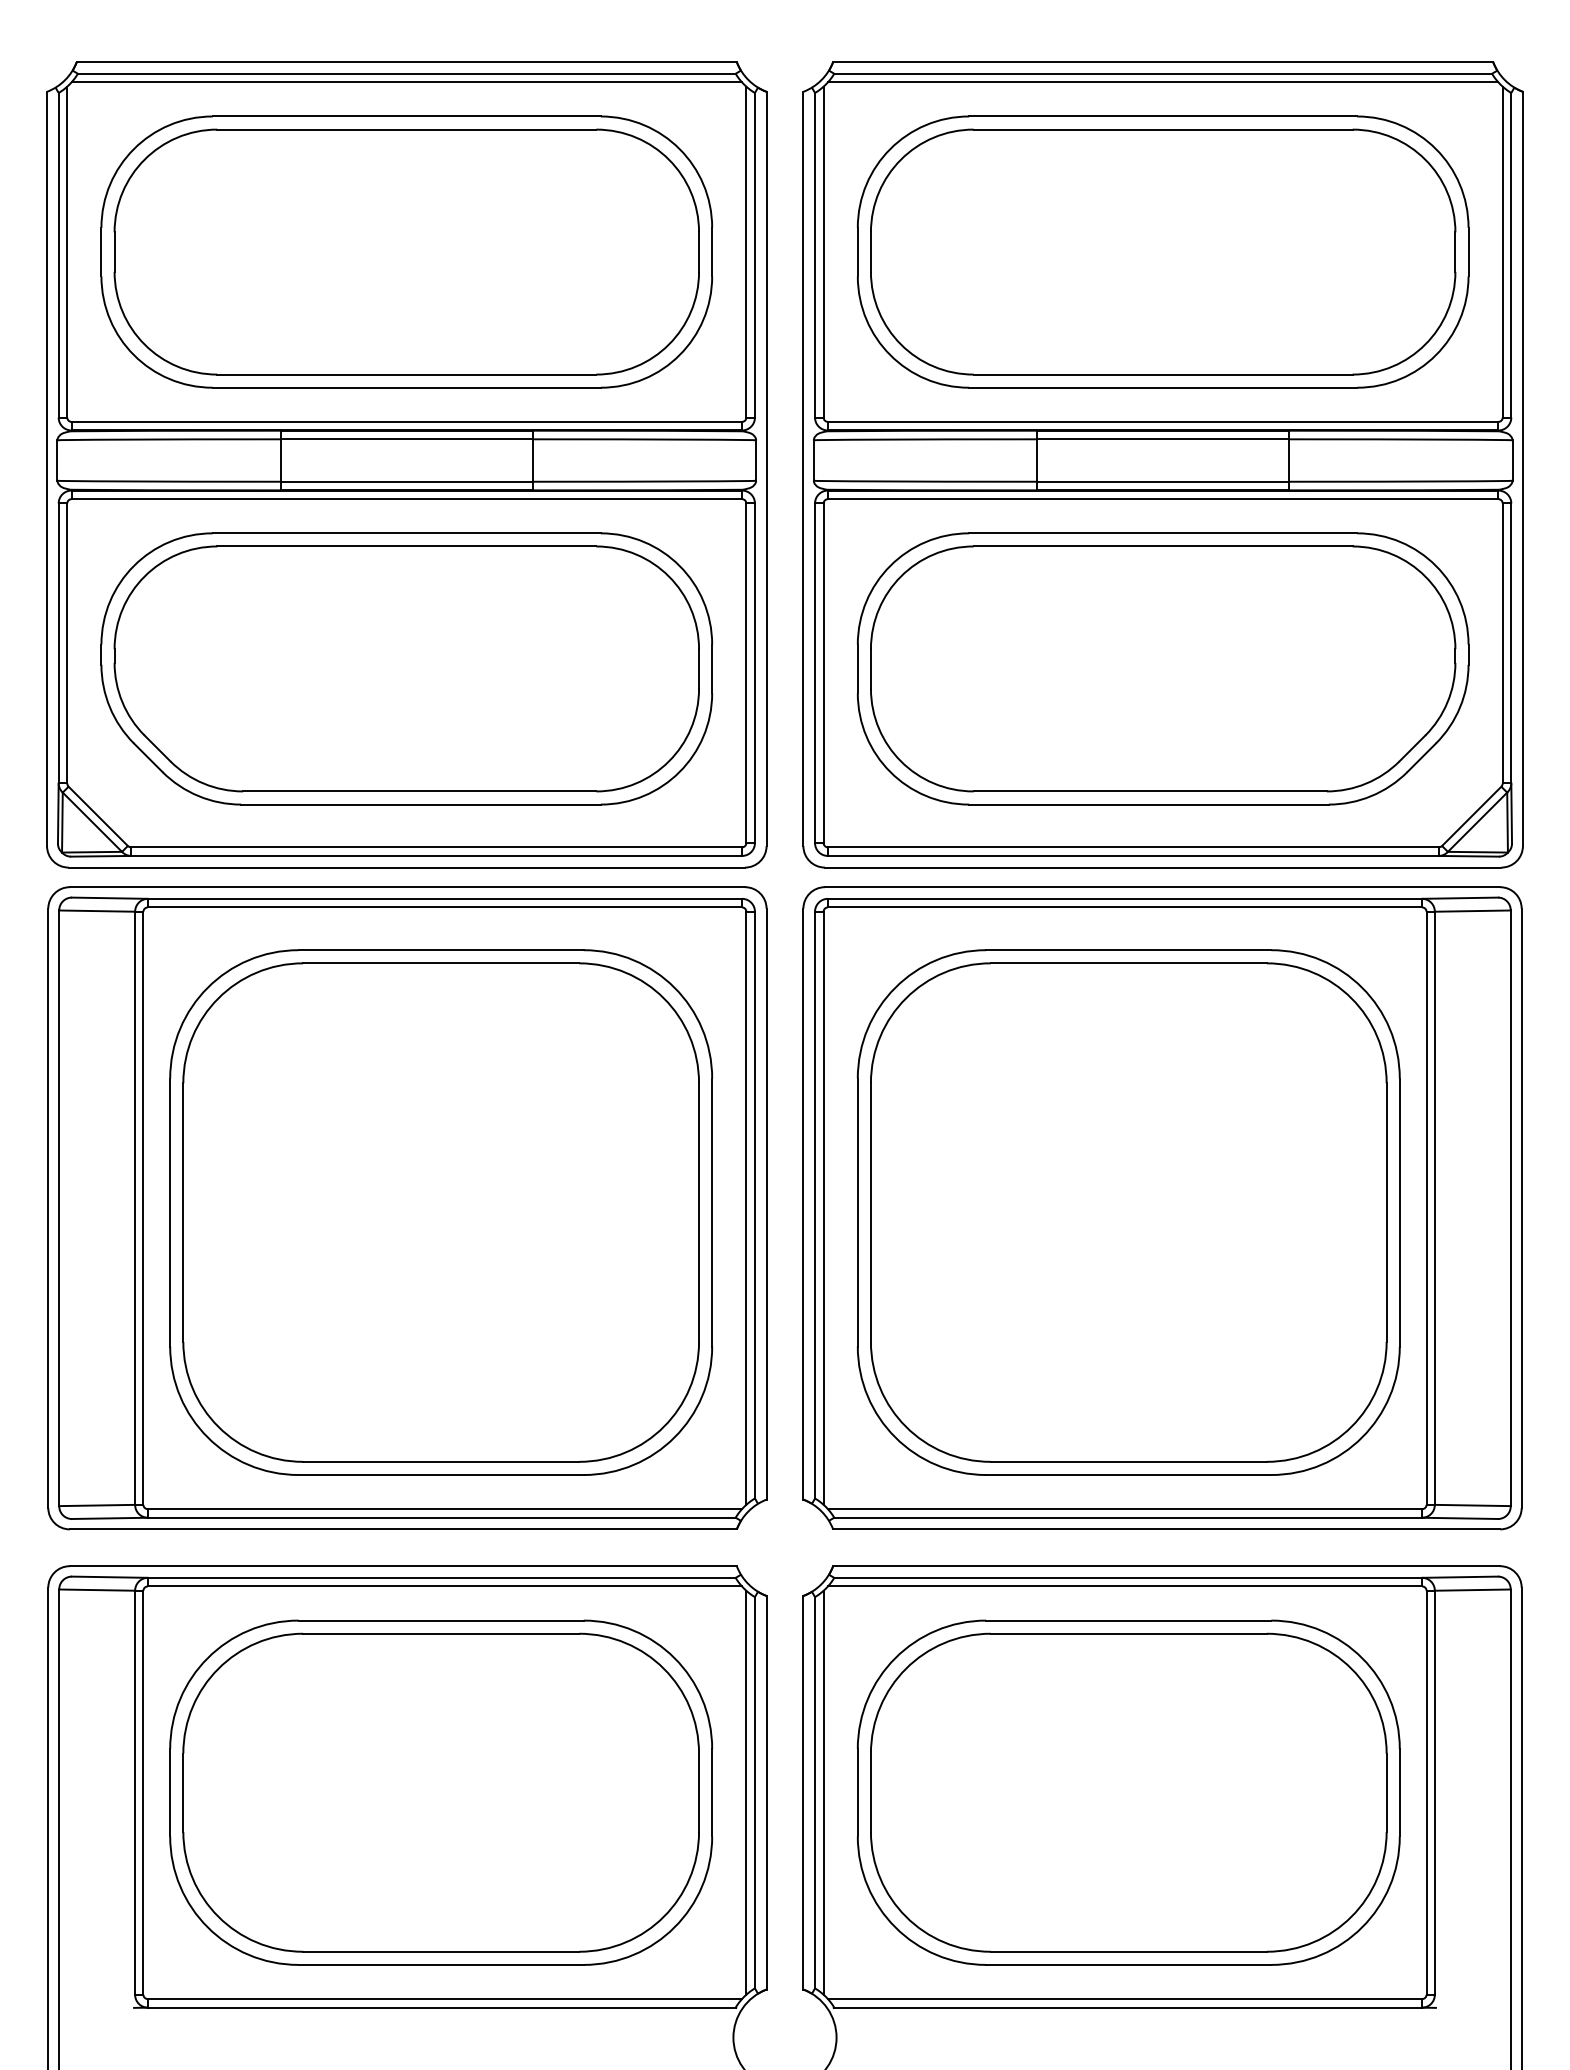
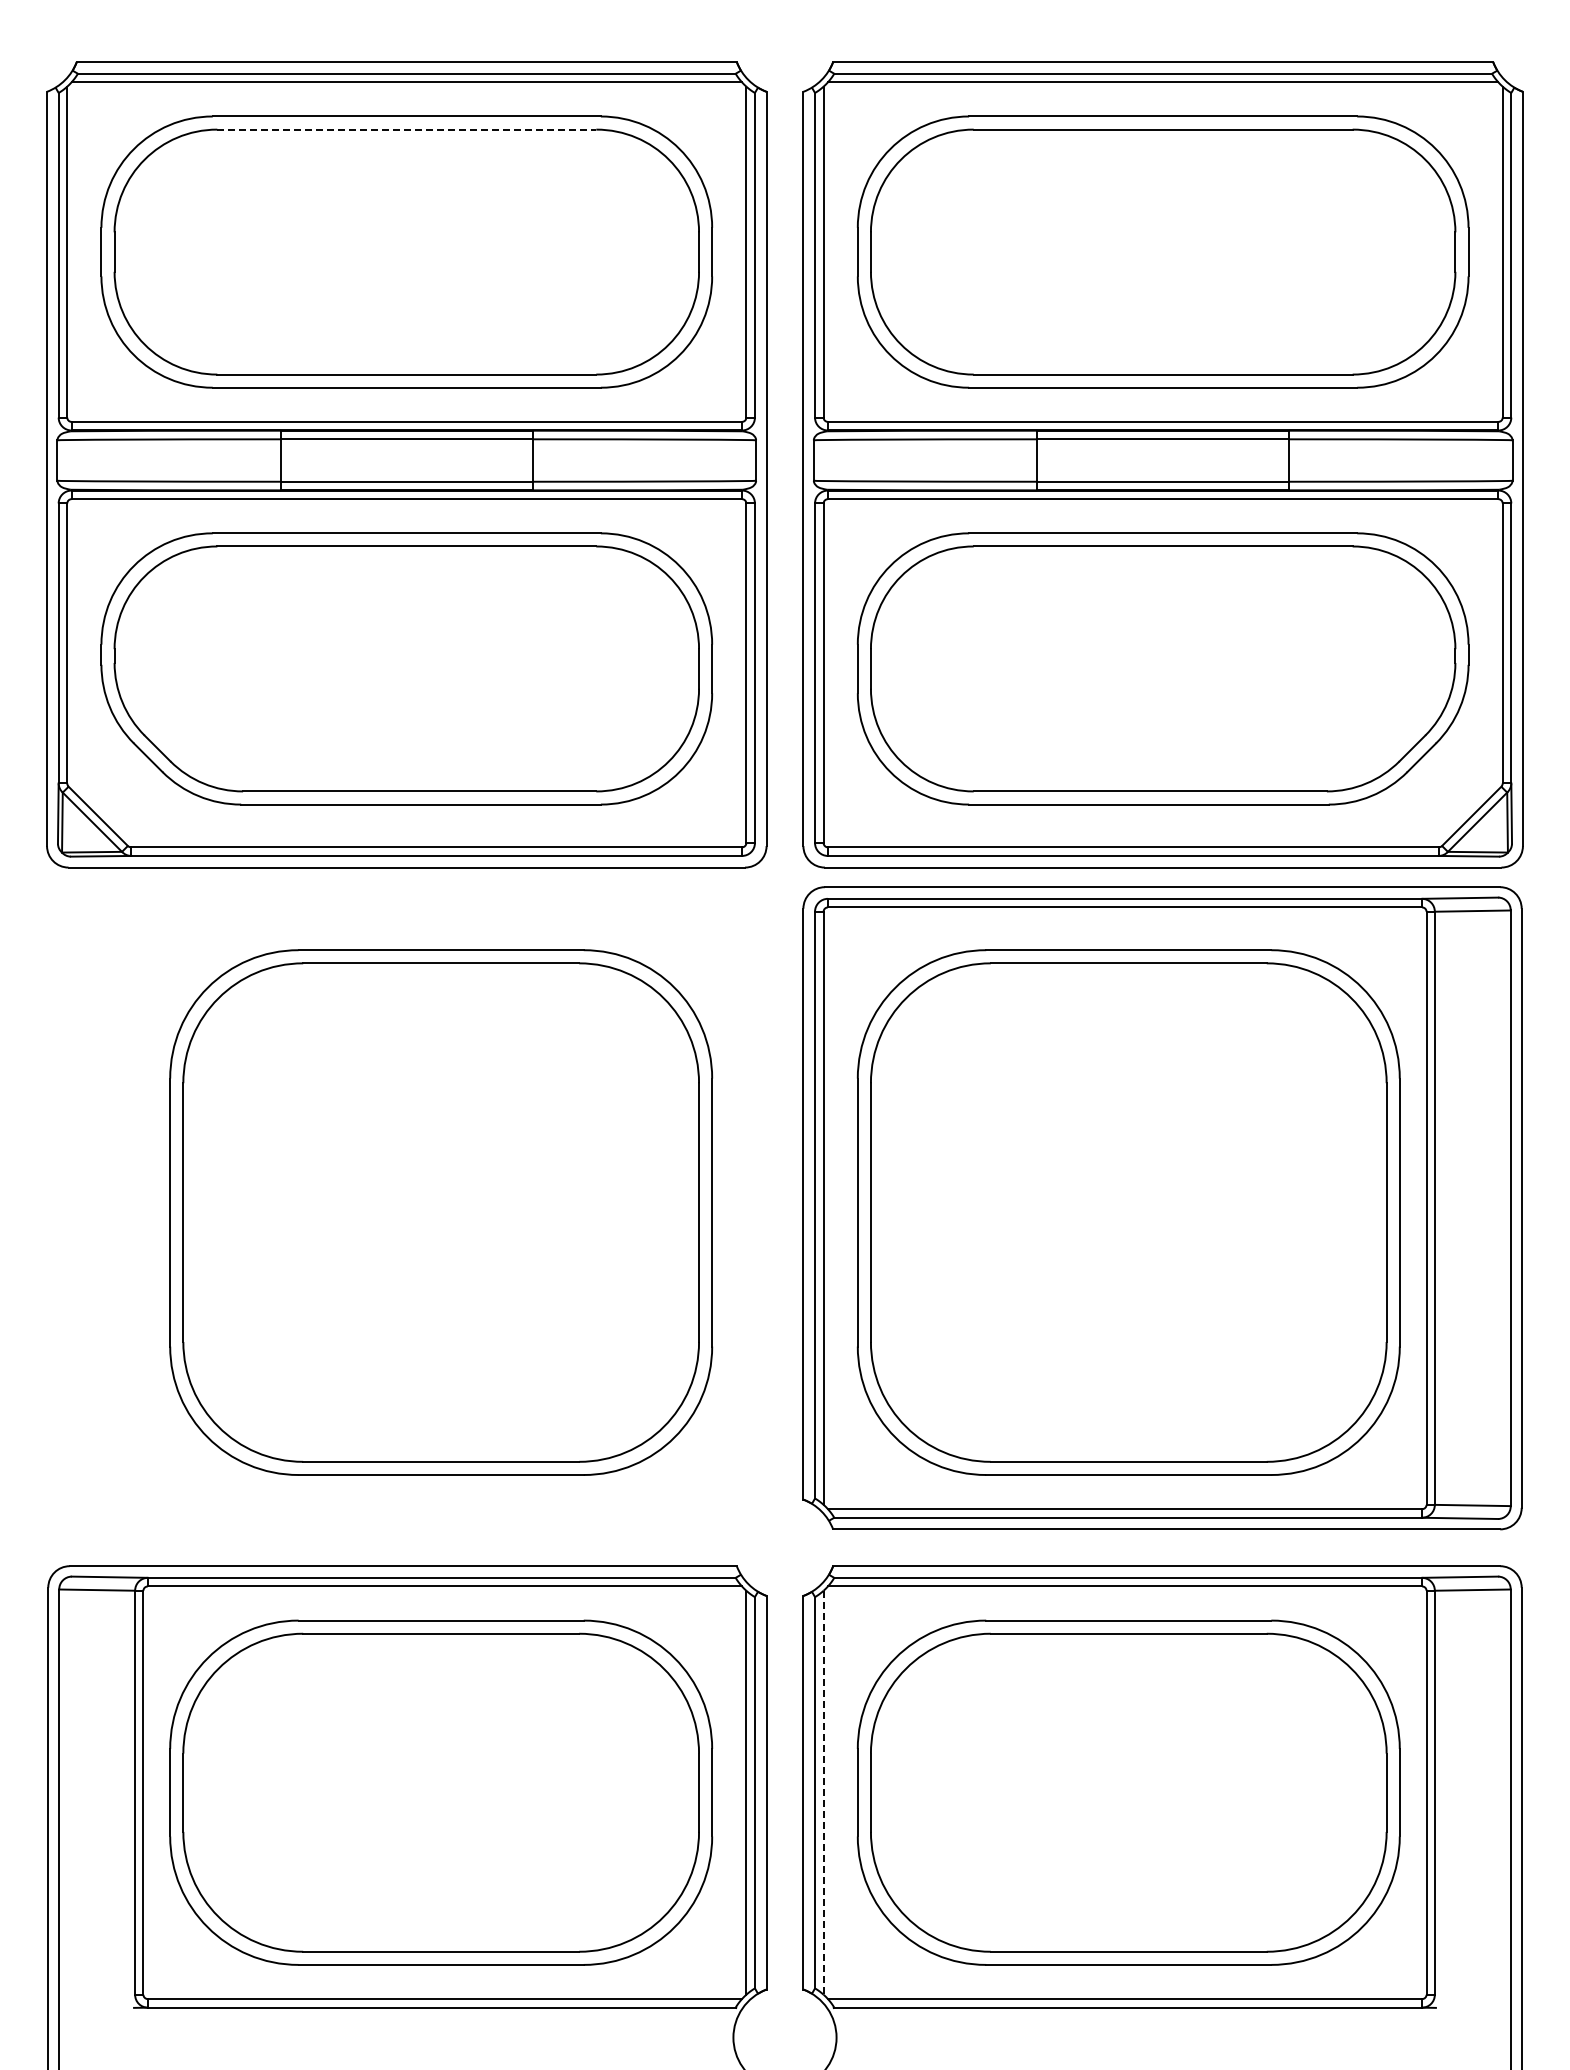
line at (407, 129): solid -> dashed
part at (407, 1208): present -> none
line at (823, 1792): solid -> dashed
